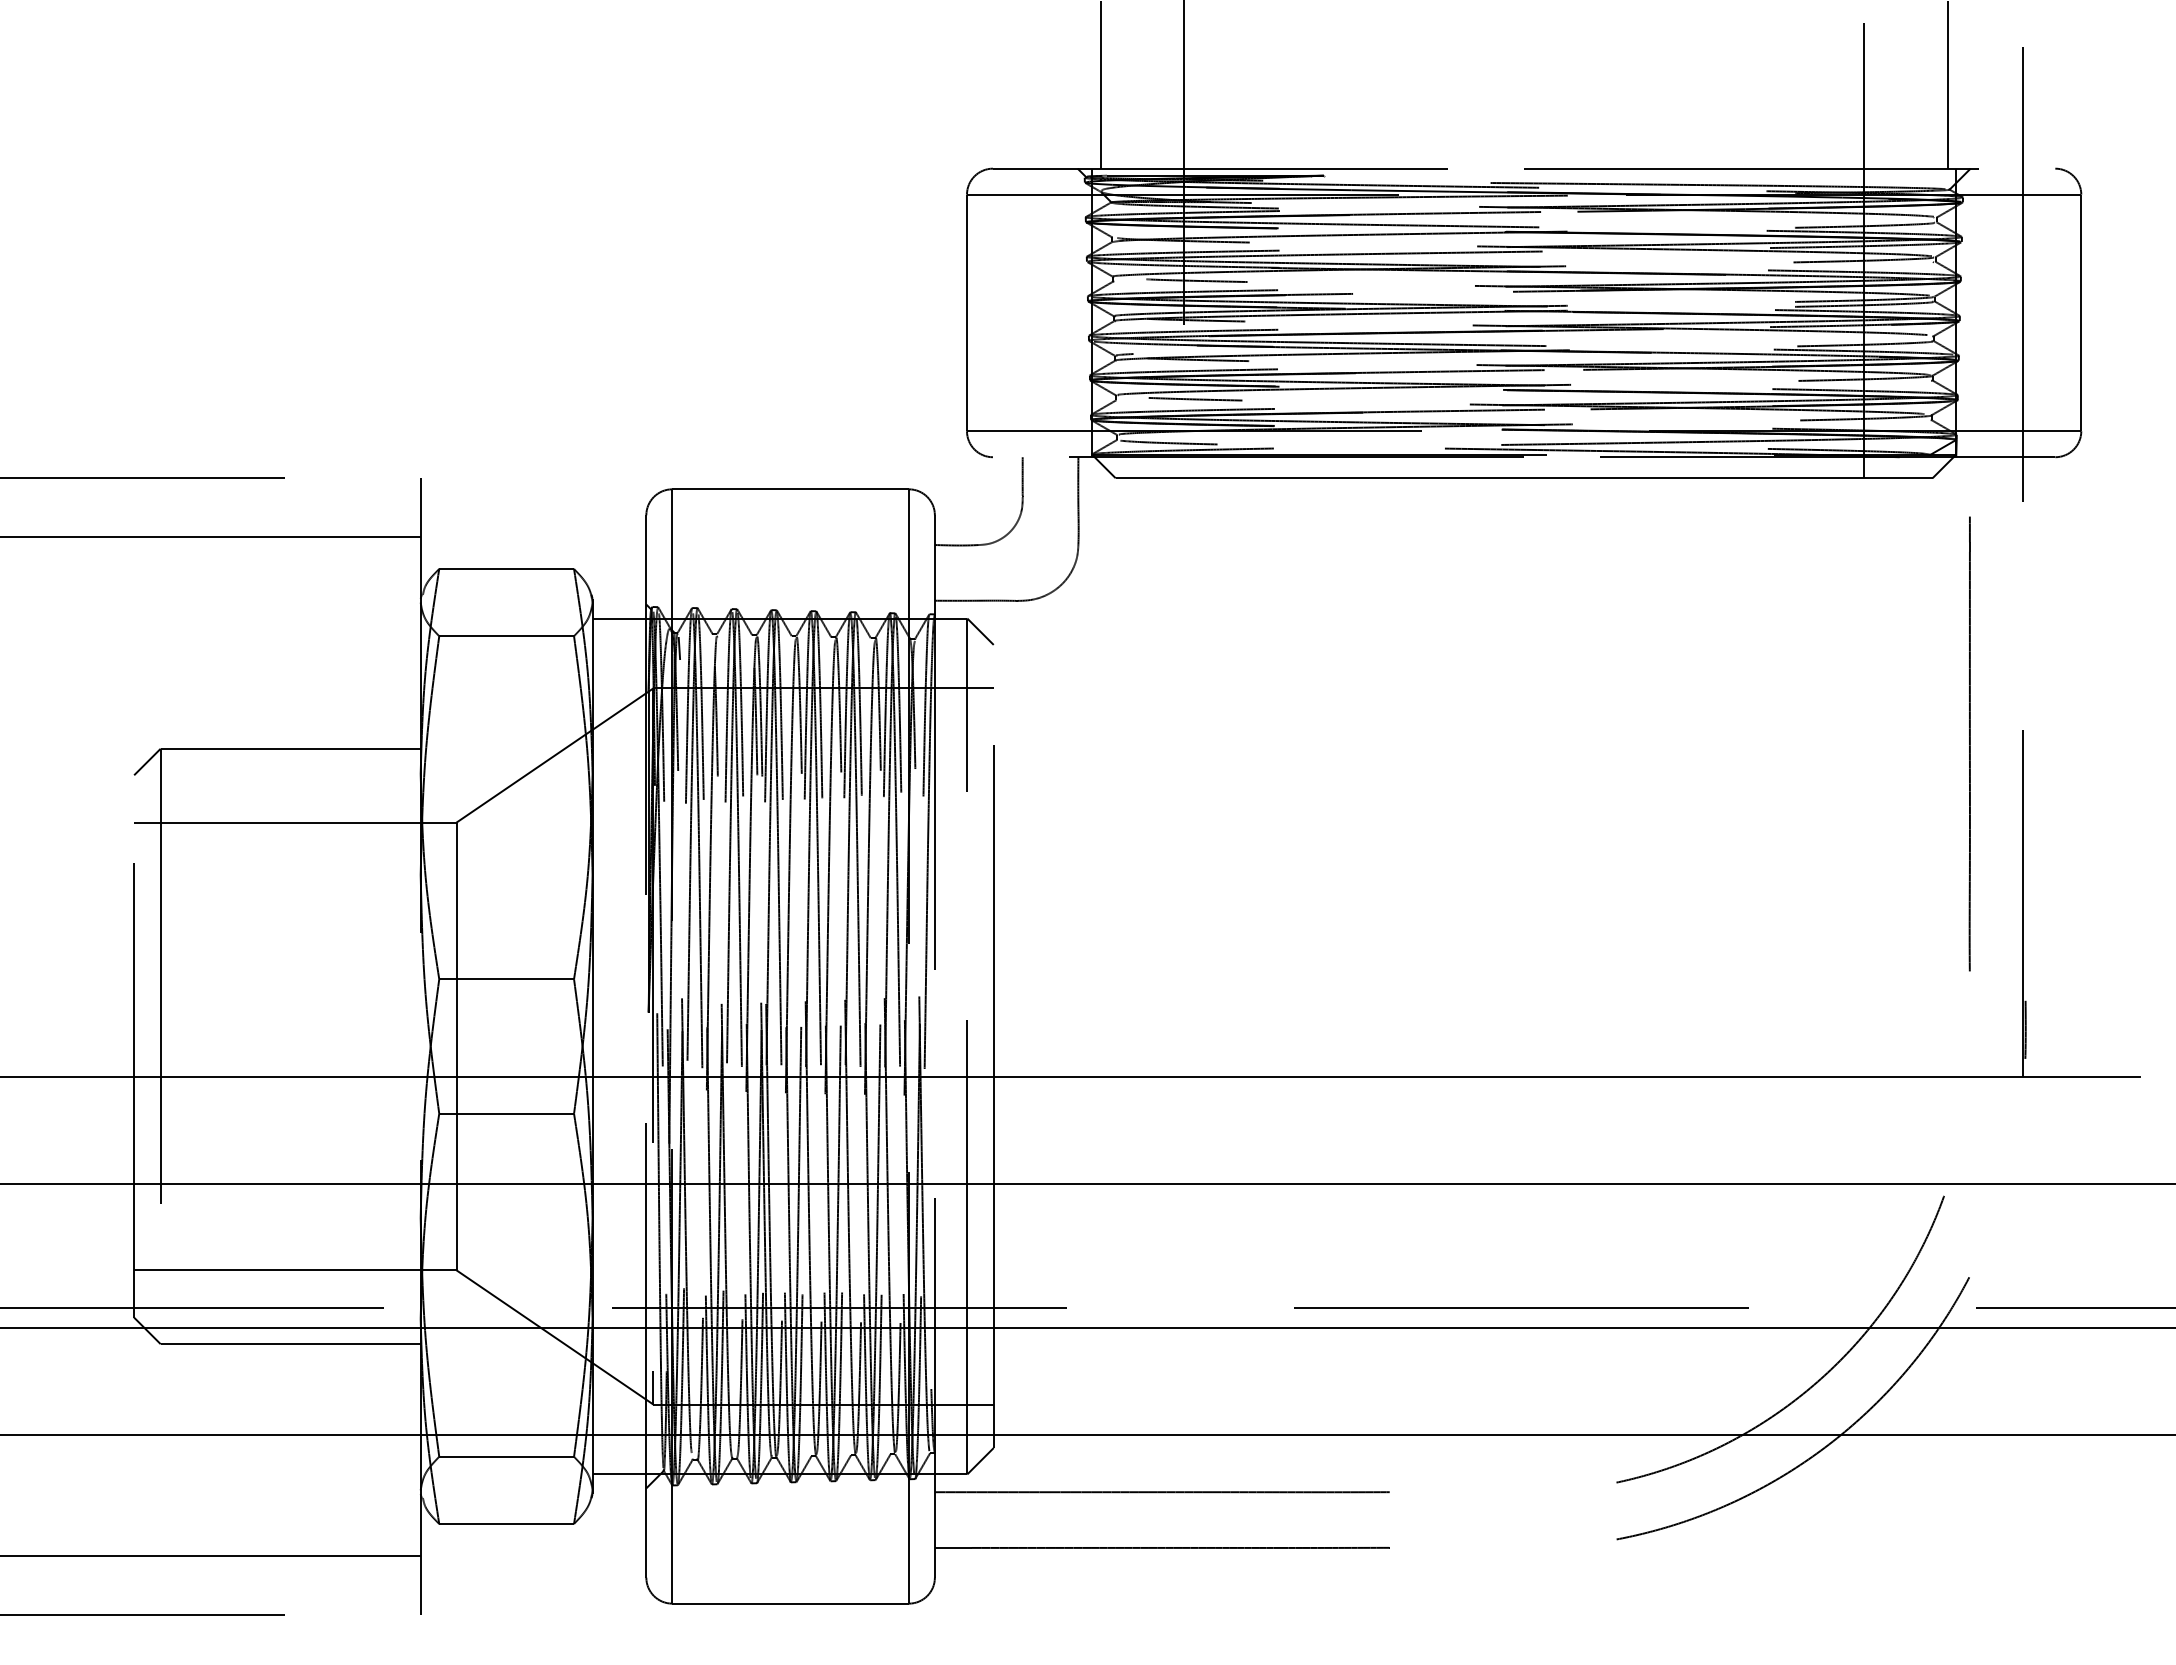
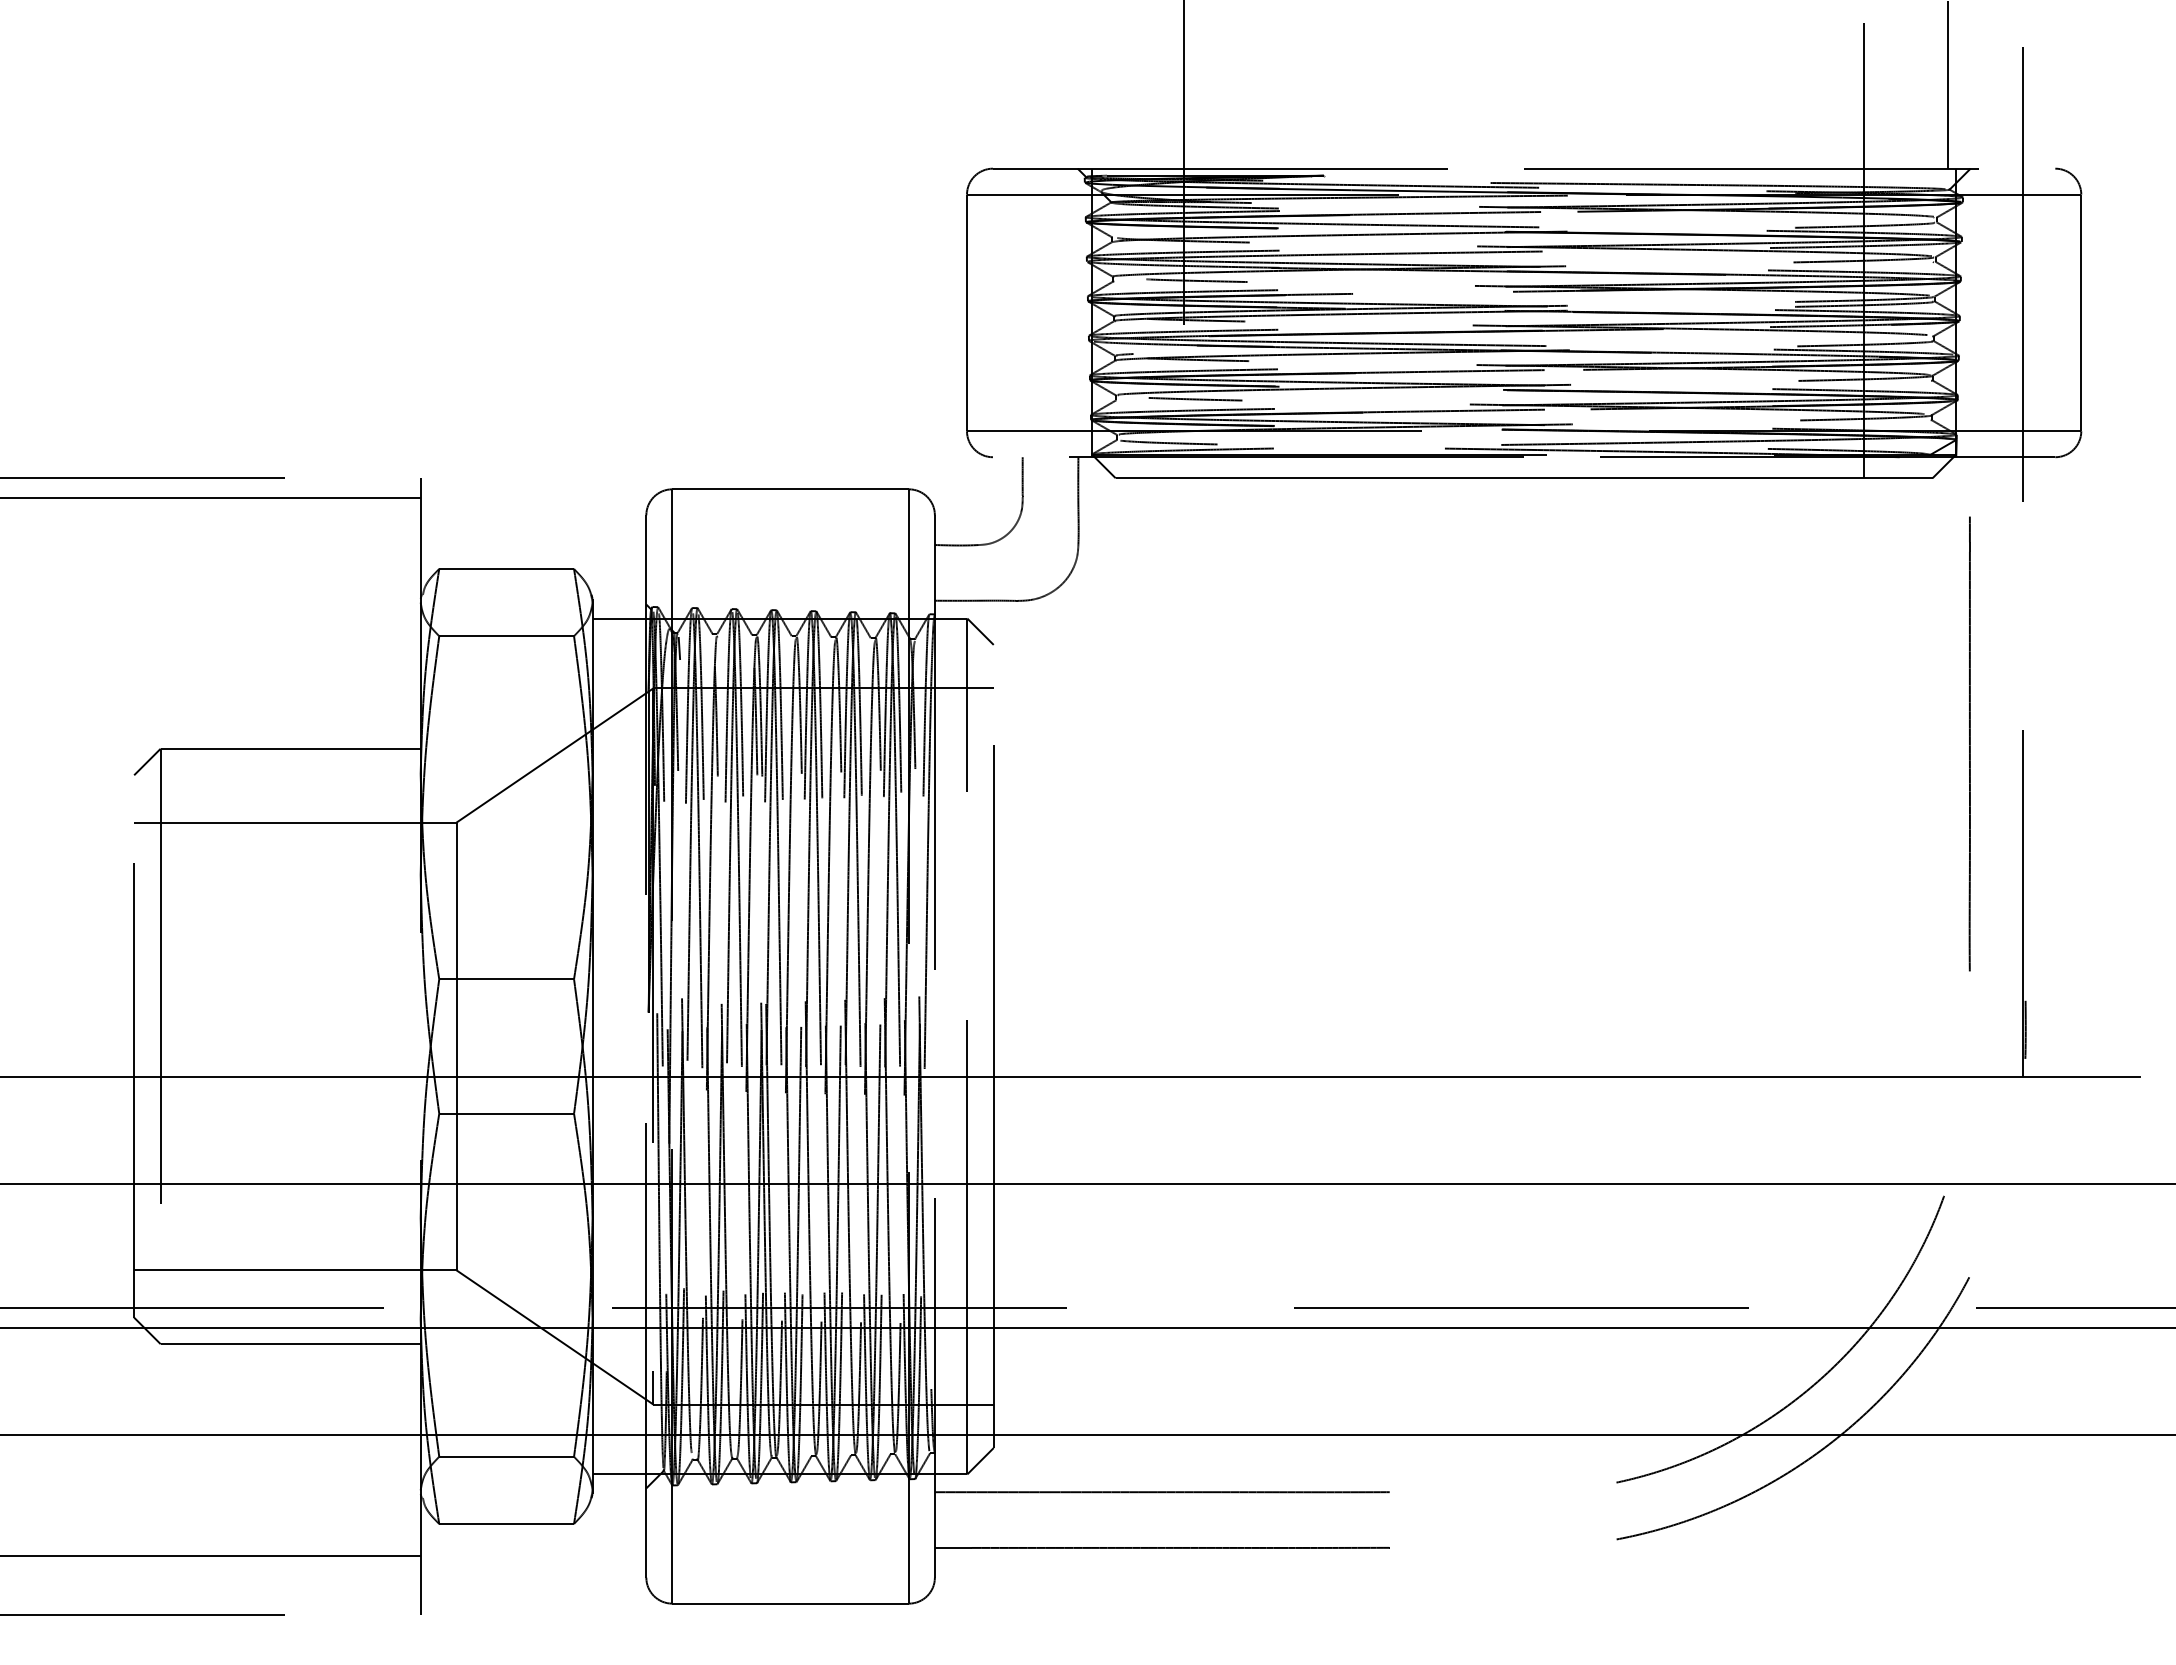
line at (1100, 85): present -> none
line at (211, 537) position: (211, 537) -> (211, 498)
